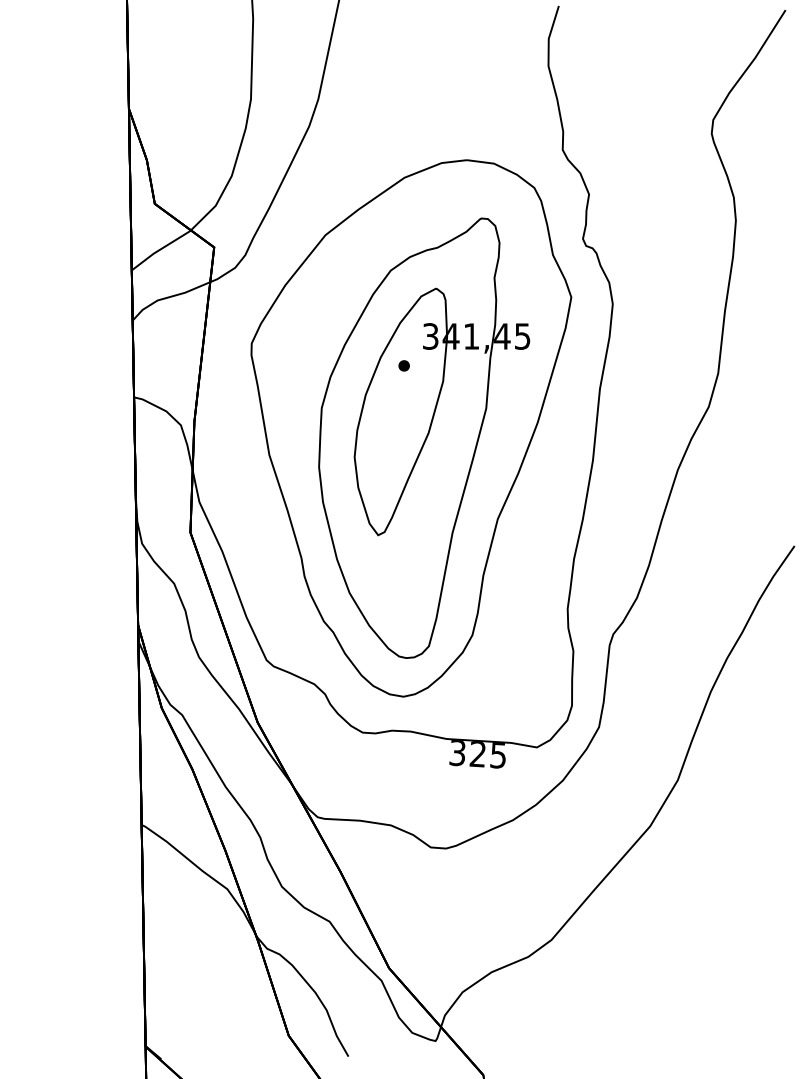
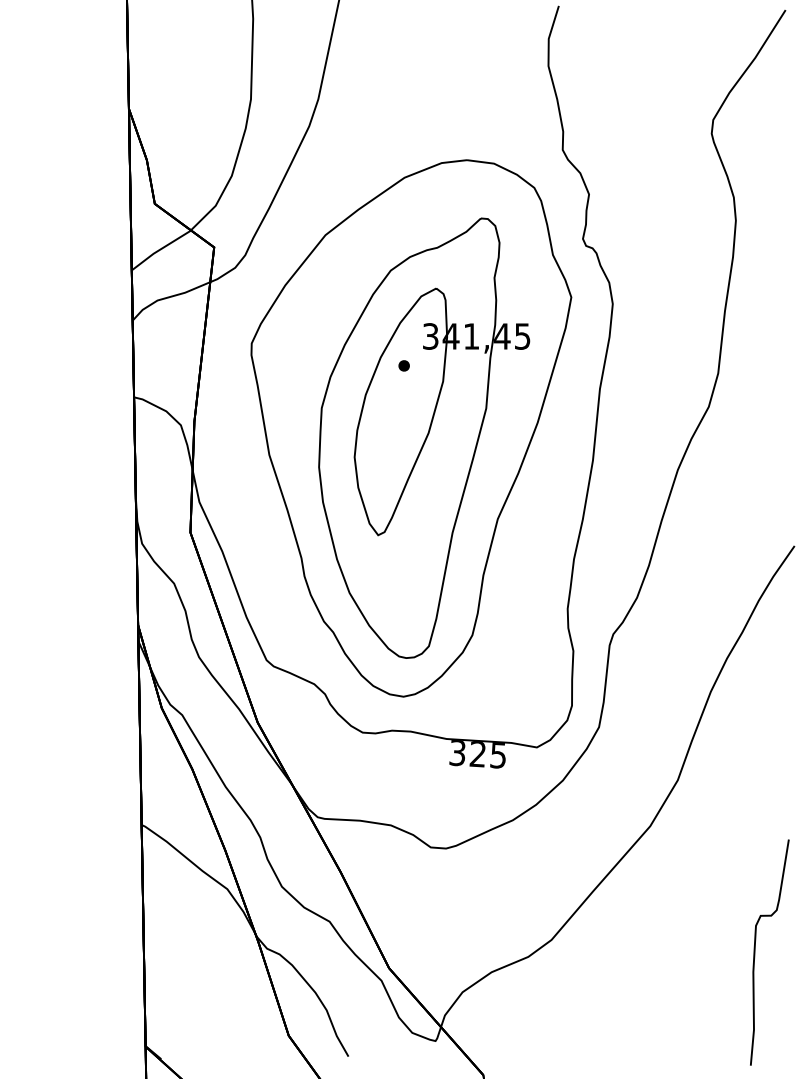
curve at (755, 952): none -> present
